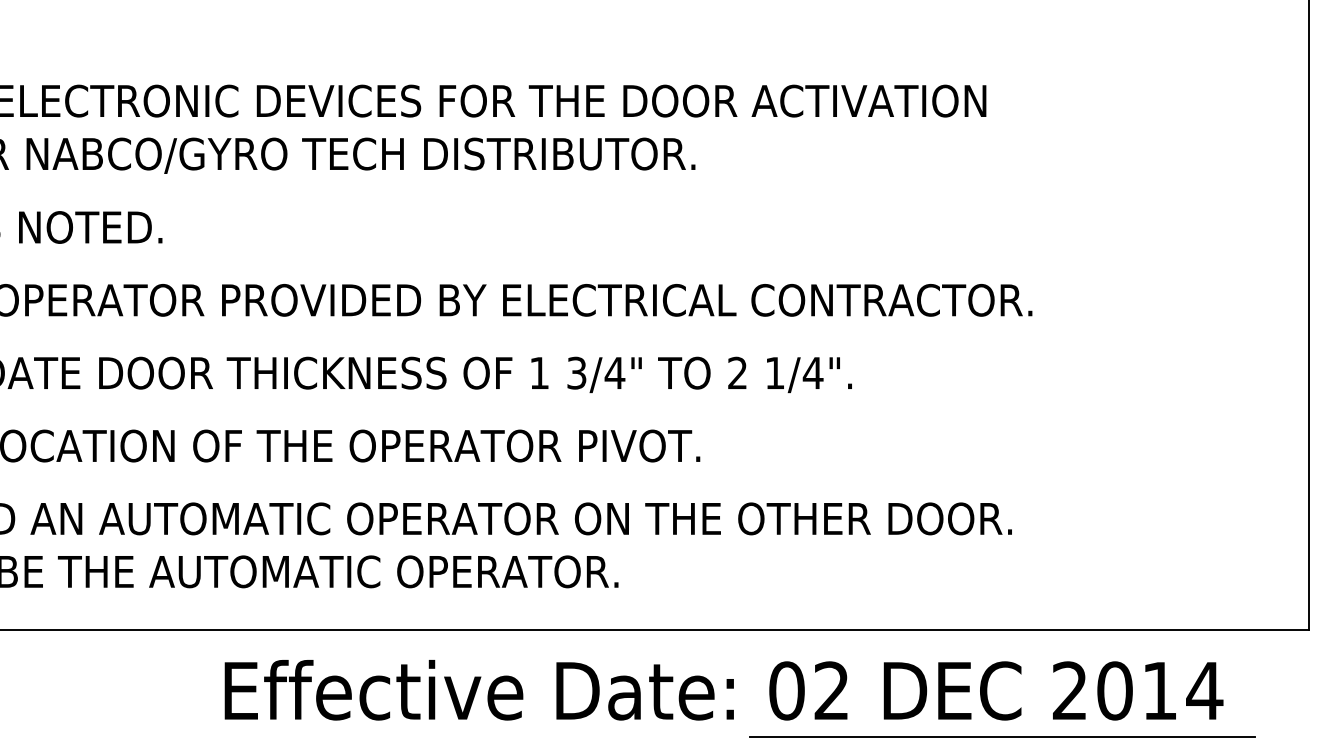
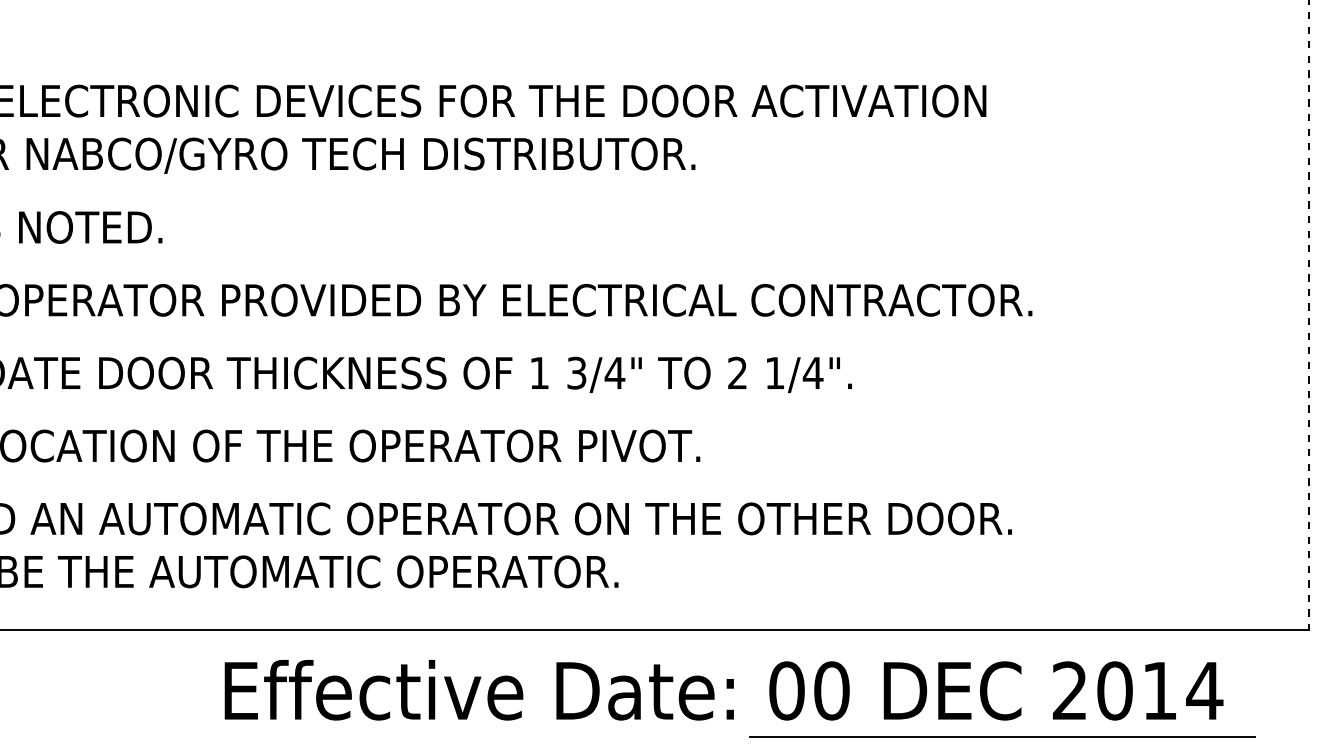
line at (1308, 315): solid -> dashed
text at (831, 690): 02 -> 00
